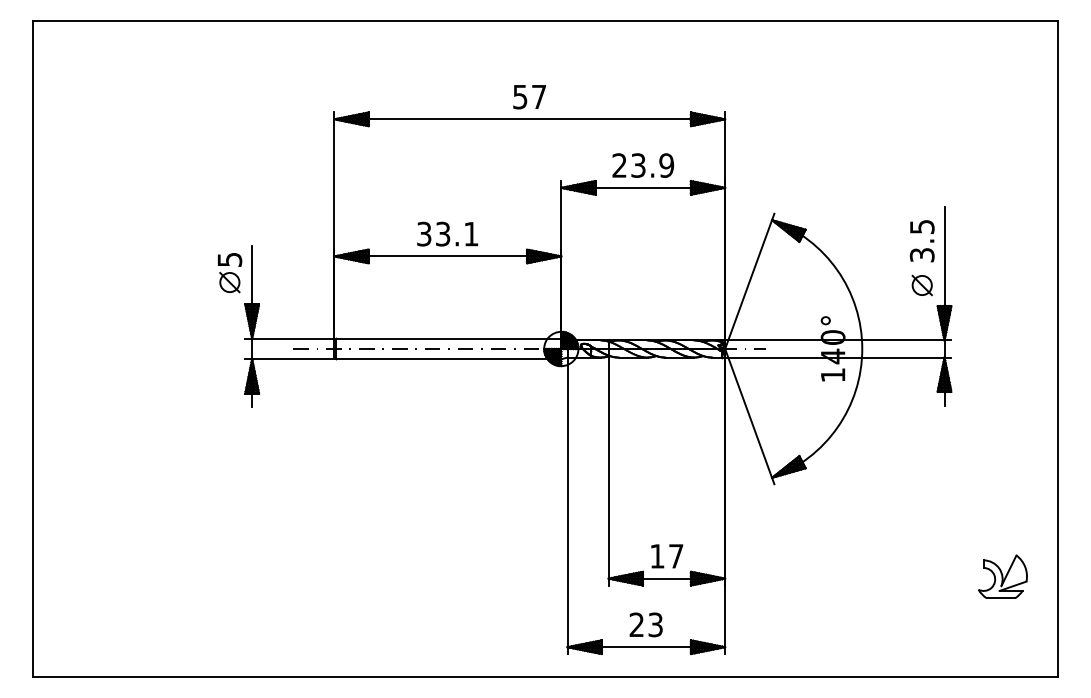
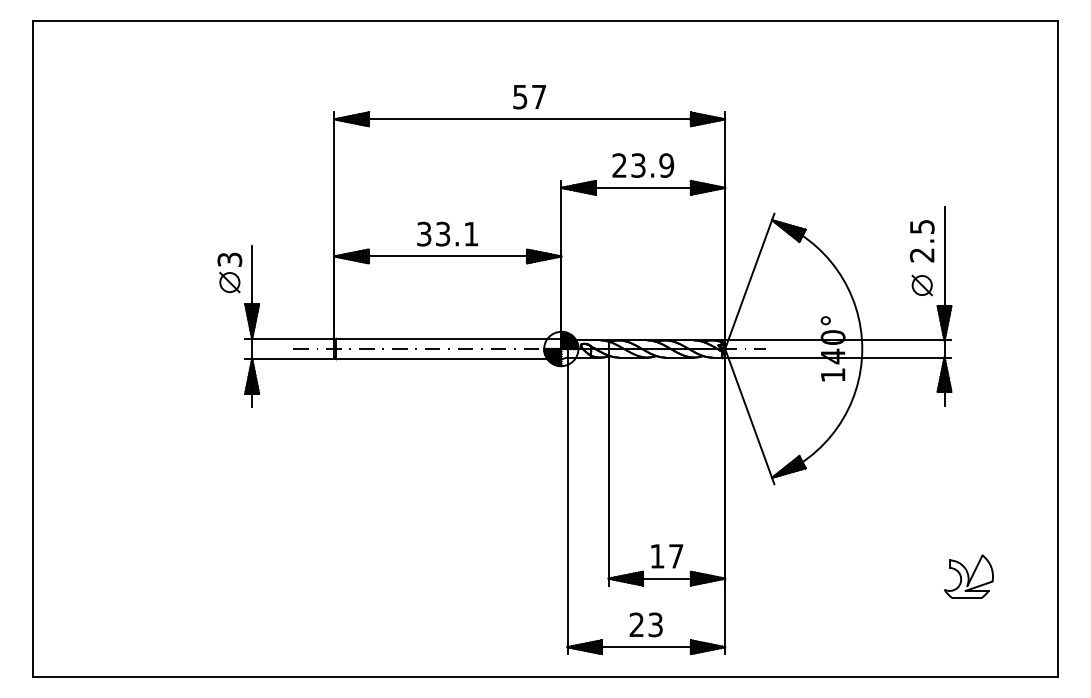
text at (922, 255): 3.5 -> 2.5
text at (229, 259): 5 -> 3
part at (1002, 576) position: (1002, 576) -> (968, 576)
